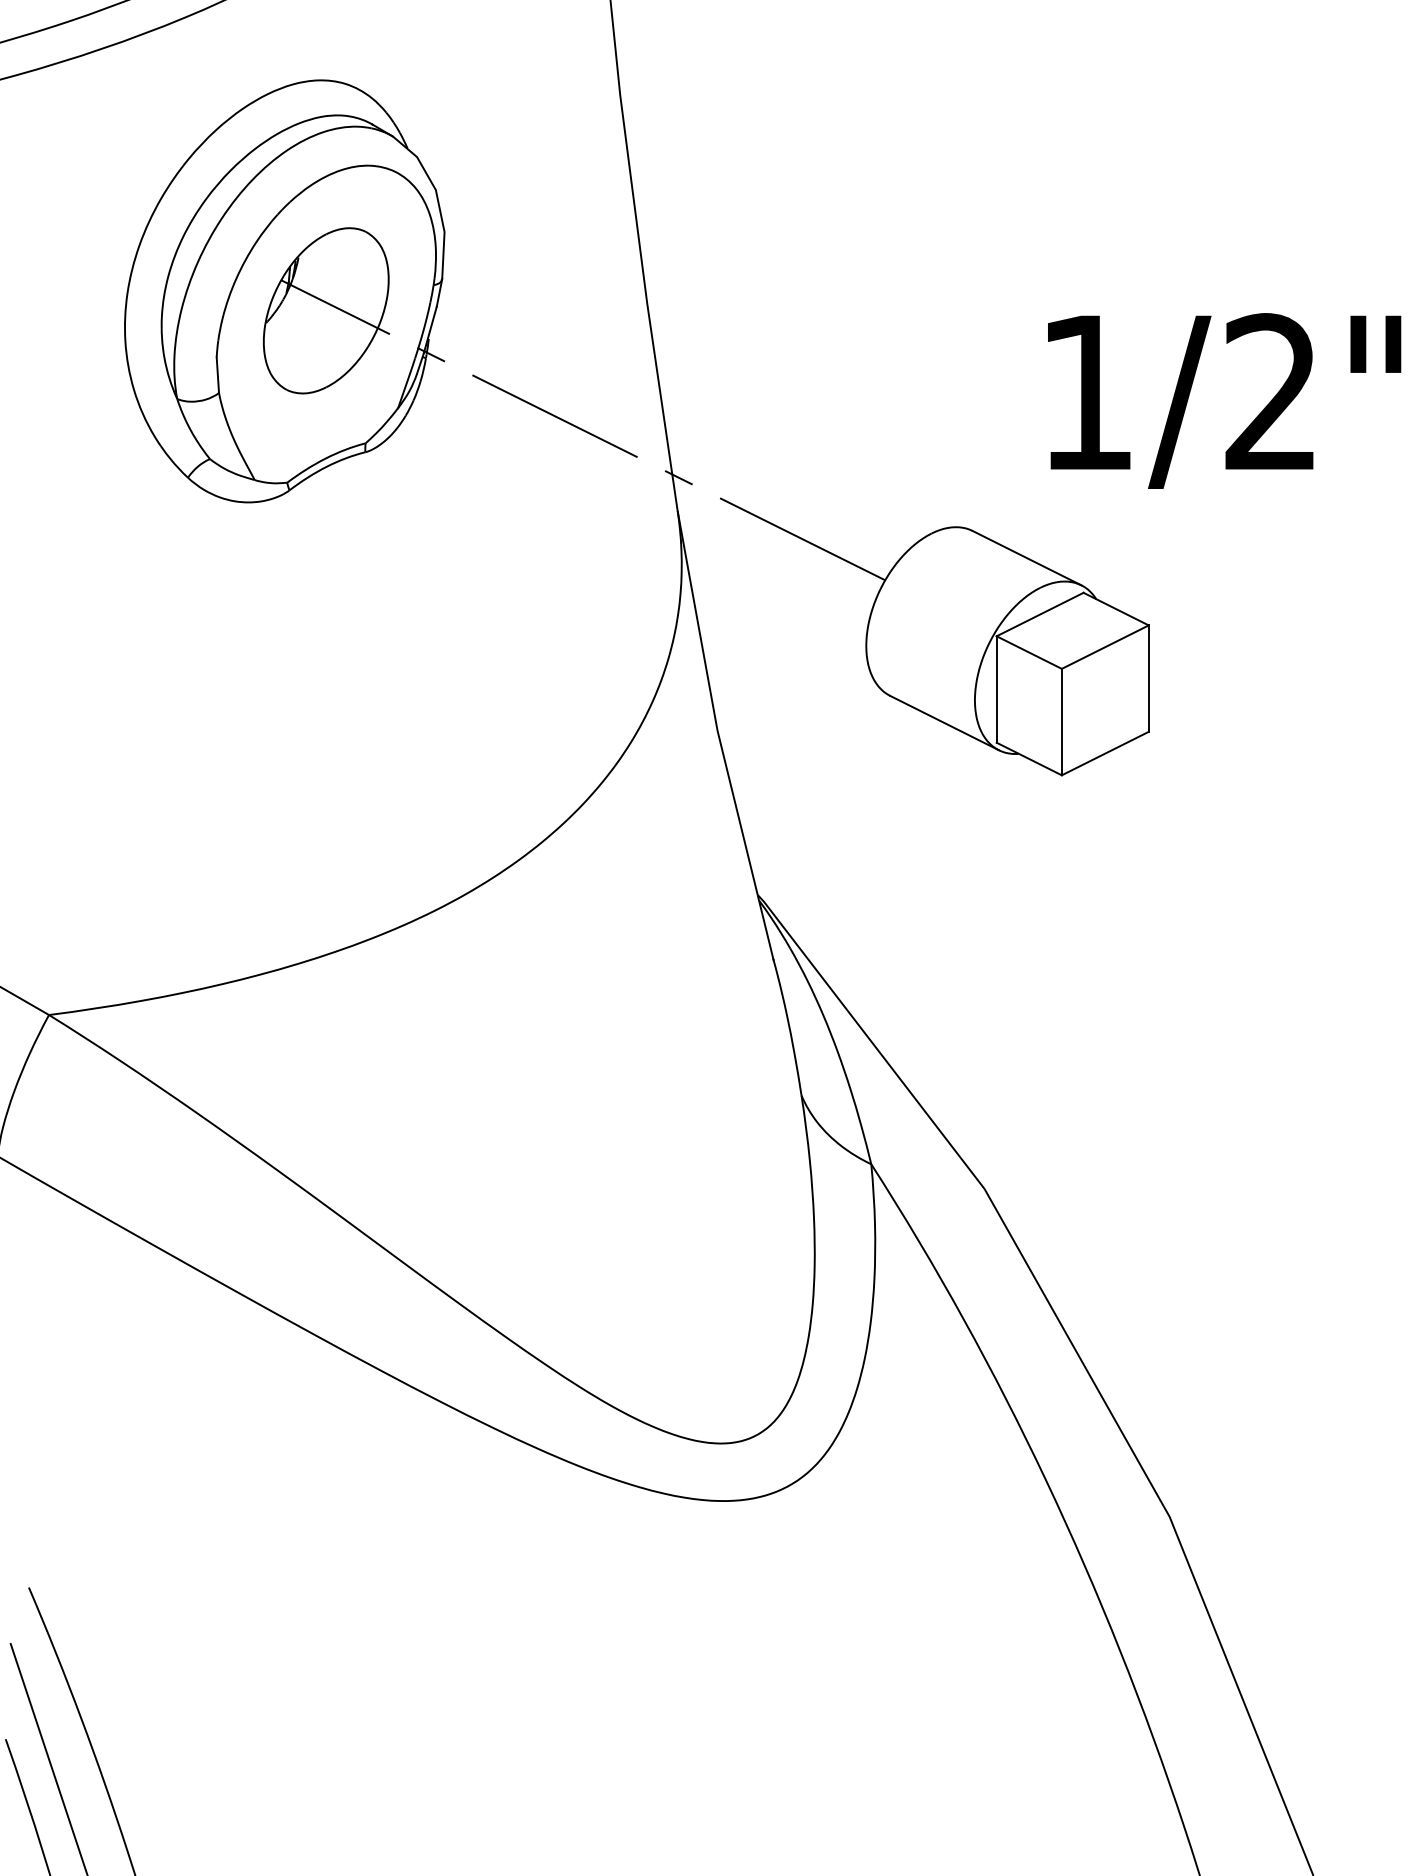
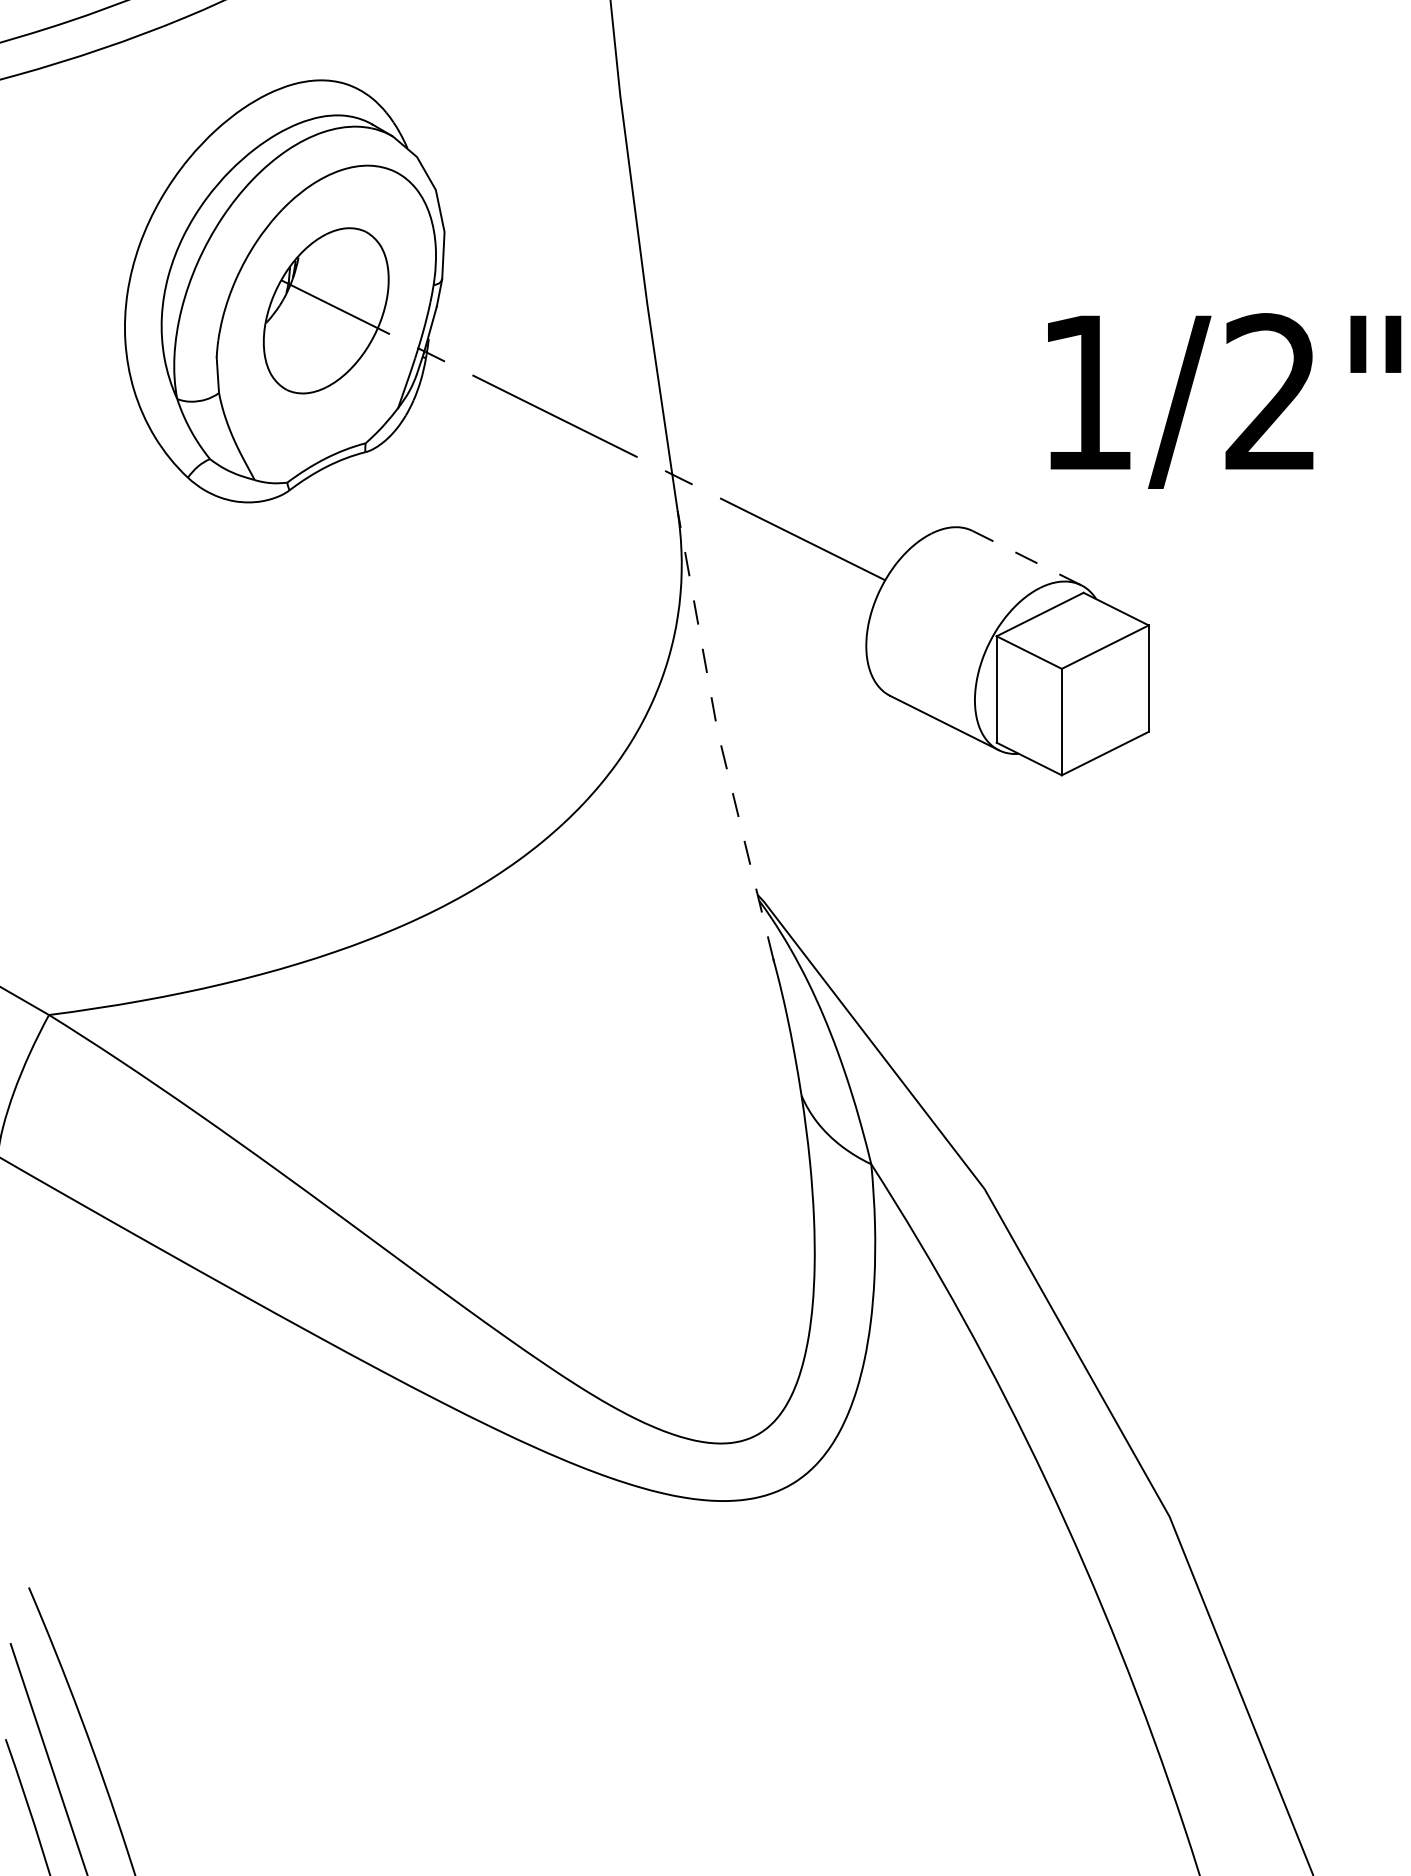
line at (1027, 558): solid -> dashed
line at (718, 736): solid -> dashed
